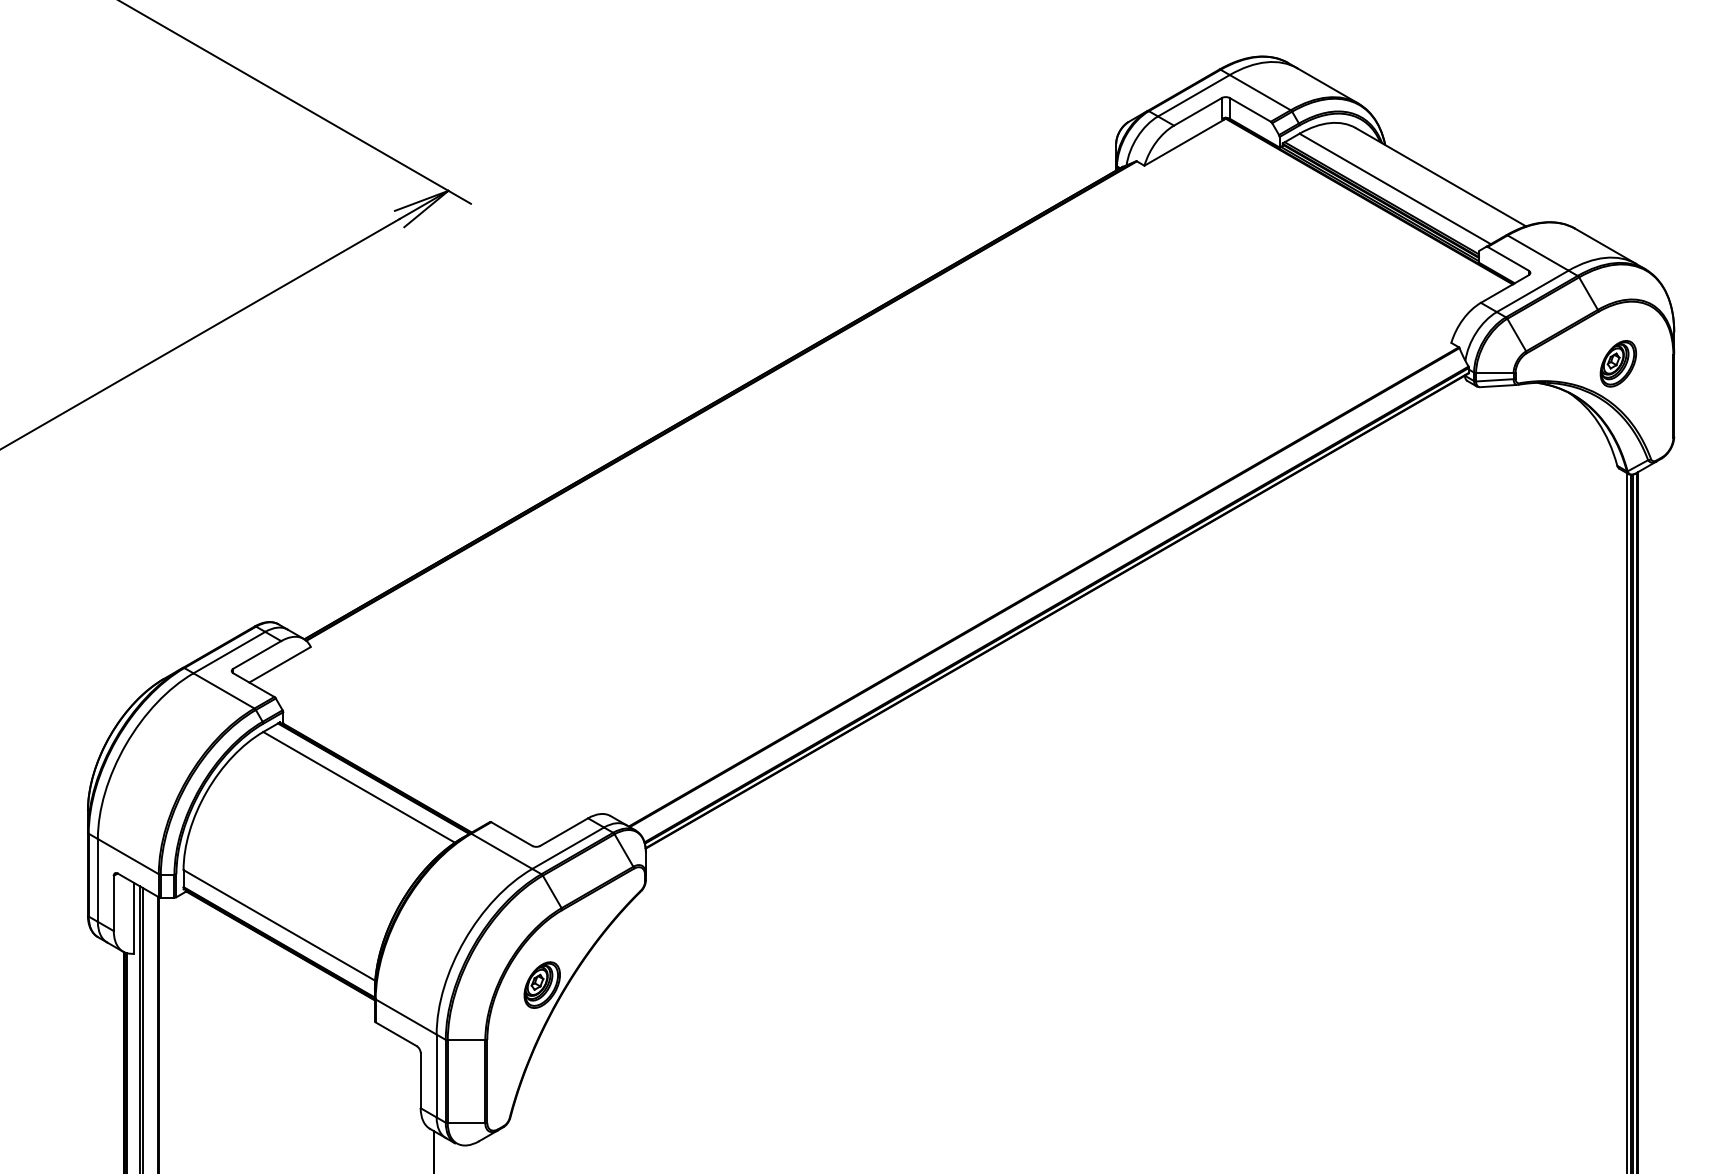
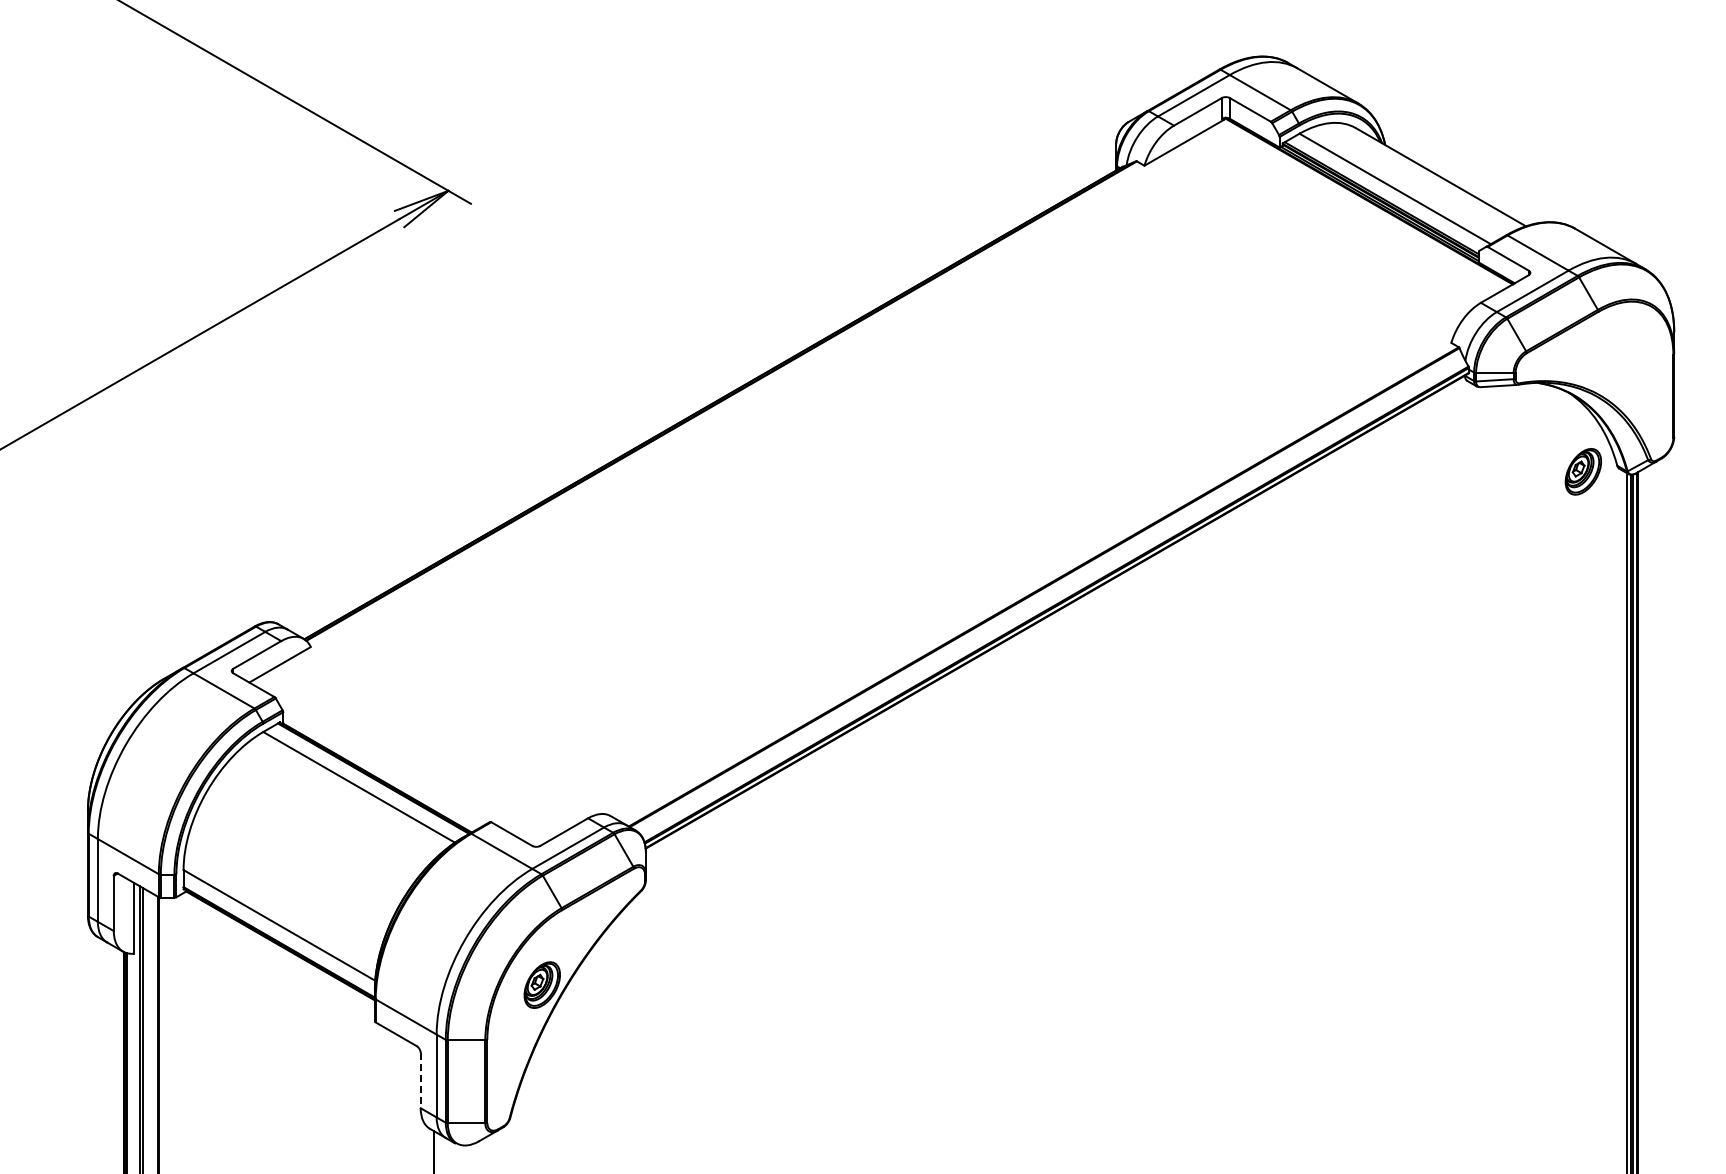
part at (1617, 363) position: (1617, 363) -> (1582, 471)
line at (420, 1080): solid -> dashed
